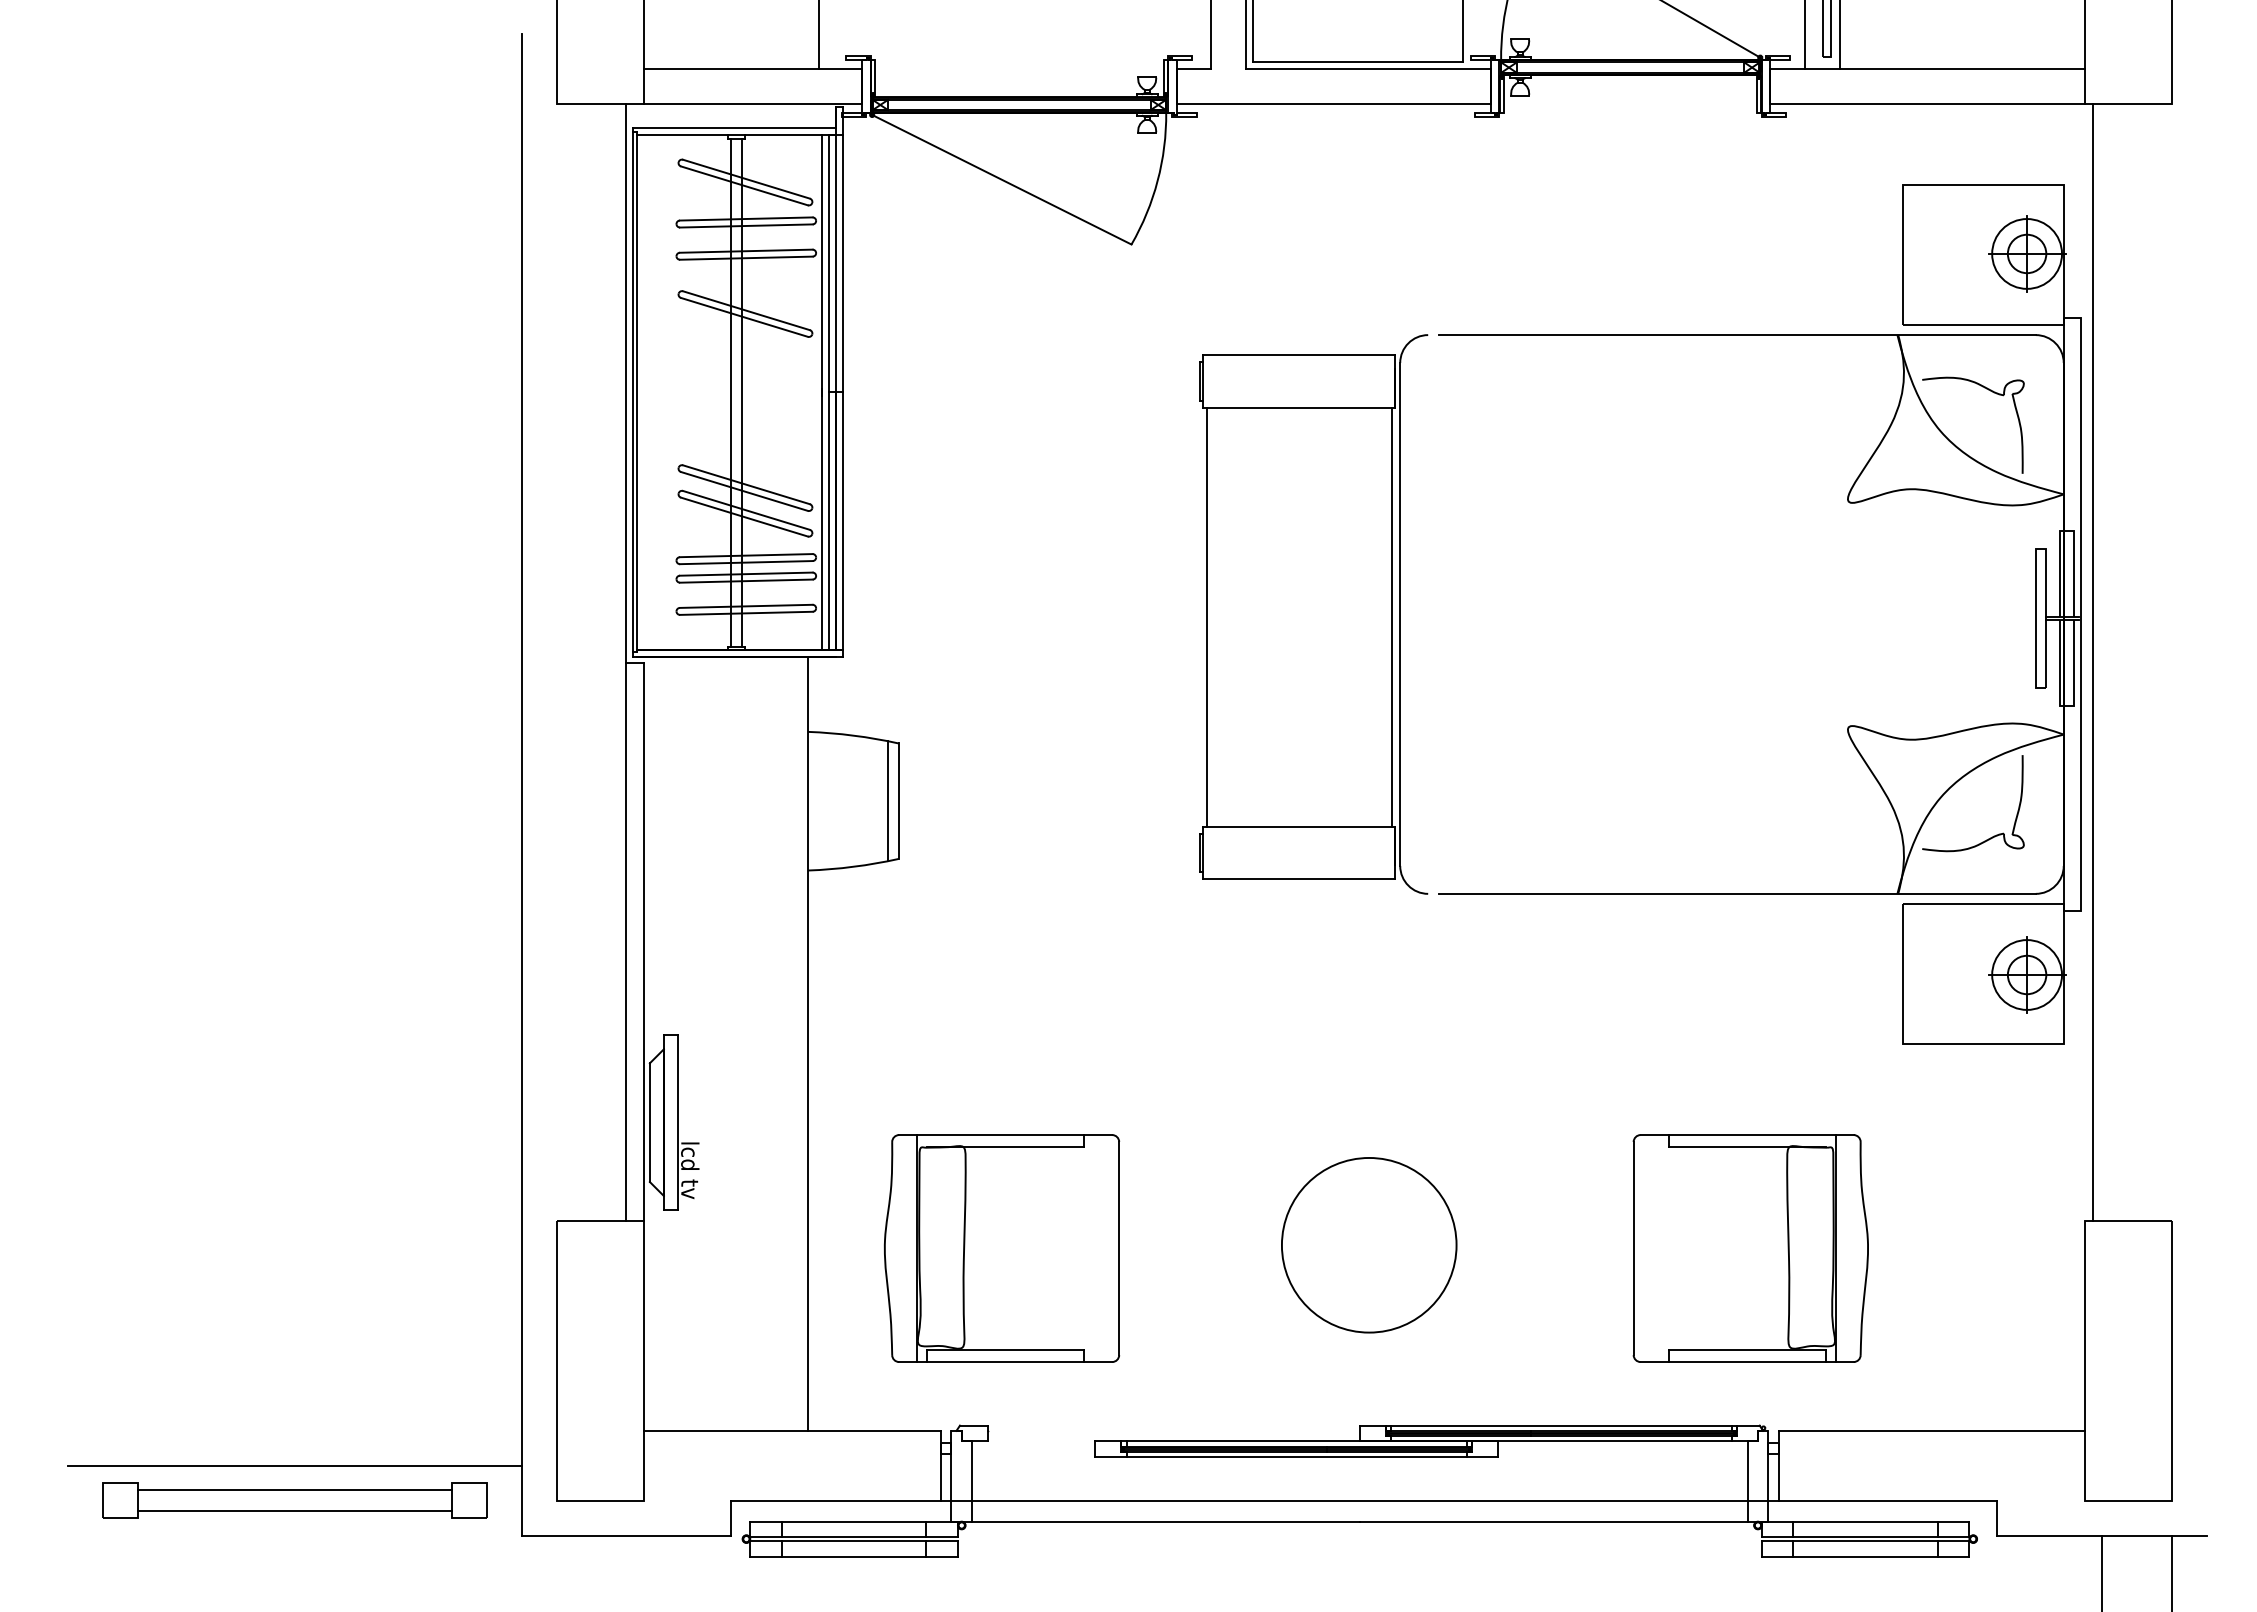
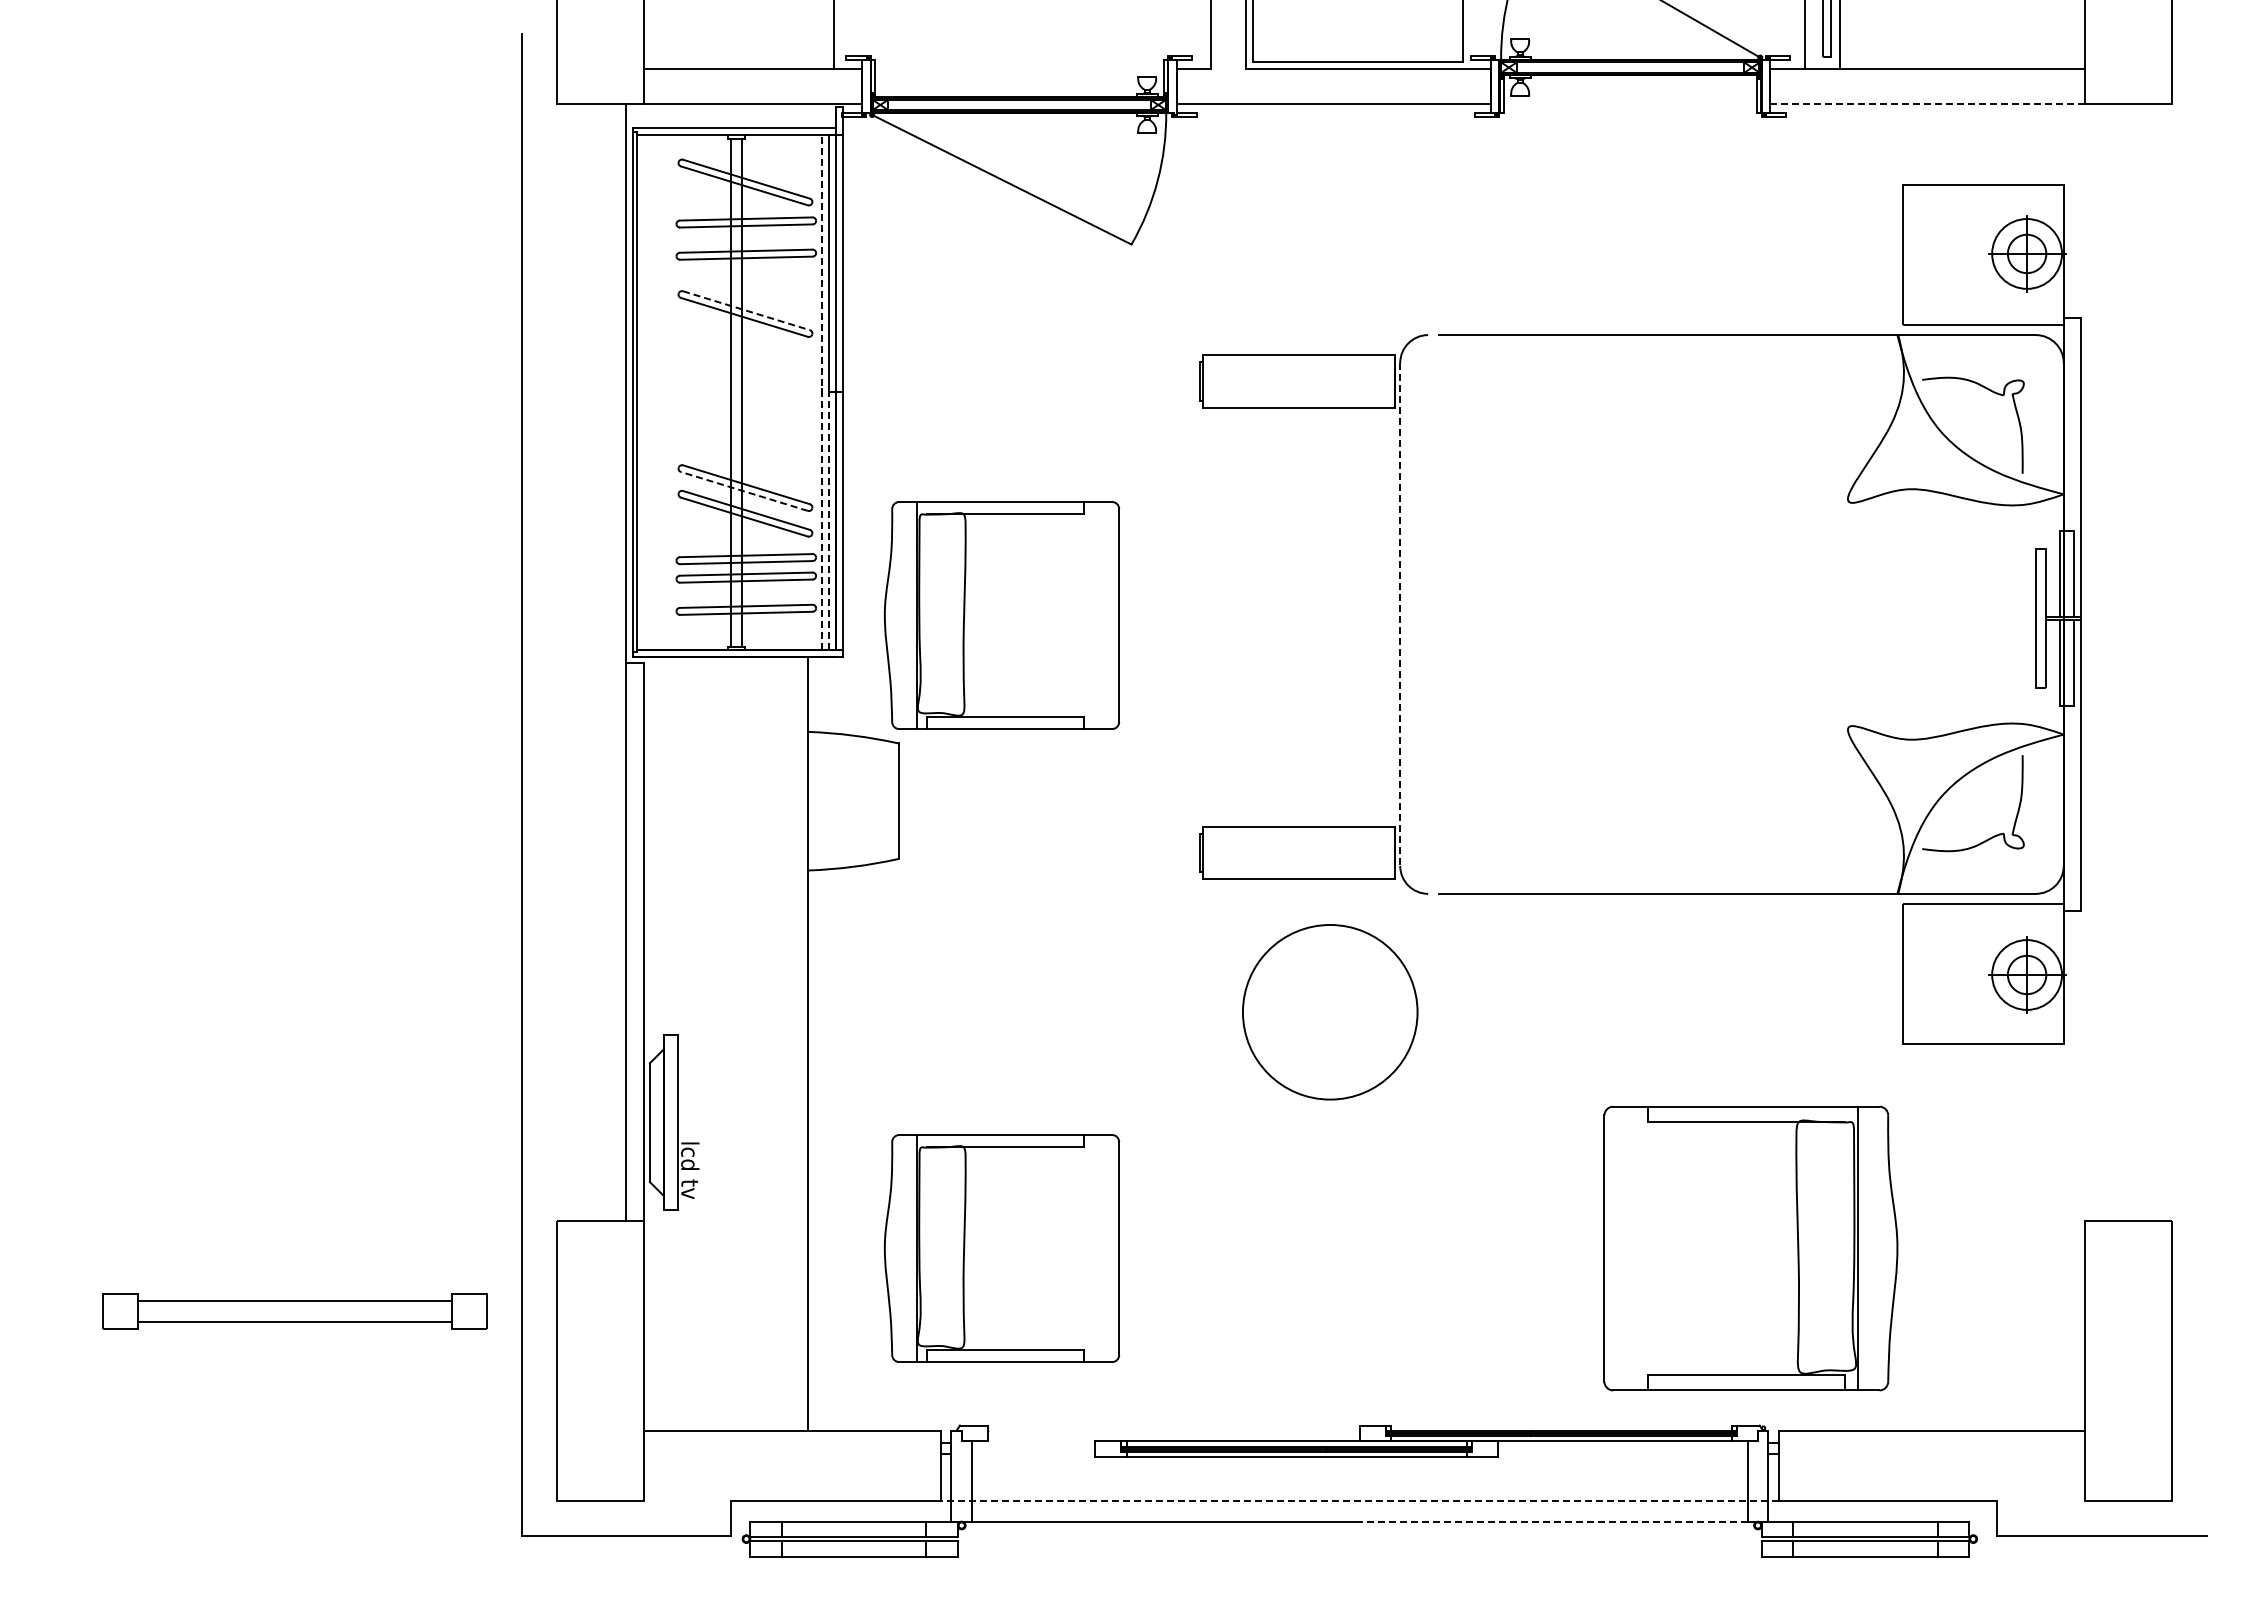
line at (818, 35) position: (818, 35) -> (833, 35)
line at (1927, 103): solid -> dashed
line at (746, 310): solid -> dashed
line at (822, 392): solid -> dashed
line at (743, 491): solid -> dashed
line at (829, 520): solid -> dashed
line at (1400, 614): solid -> dashed
part at (1001, 615): none -> present
line at (1206, 616): present -> none
line at (1391, 616): present -> none
line at (2093, 662): present -> none
line at (888, 801): present -> none
circle at (1369, 1245) position: (1369, 1245) -> (1330, 1012)
part at (1750, 1248) size: 237x229 px -> 296x287 px
line at (1561, 1425): present -> none
line at (294, 1465): present -> none
part at (294, 1500) position: (294, 1500) -> (294, 1311)
line at (1359, 1500): solid -> dashed
line at (1553, 1521): solid -> dashed
line at (2101, 1571): present -> none
line at (2171, 1571): present -> none
